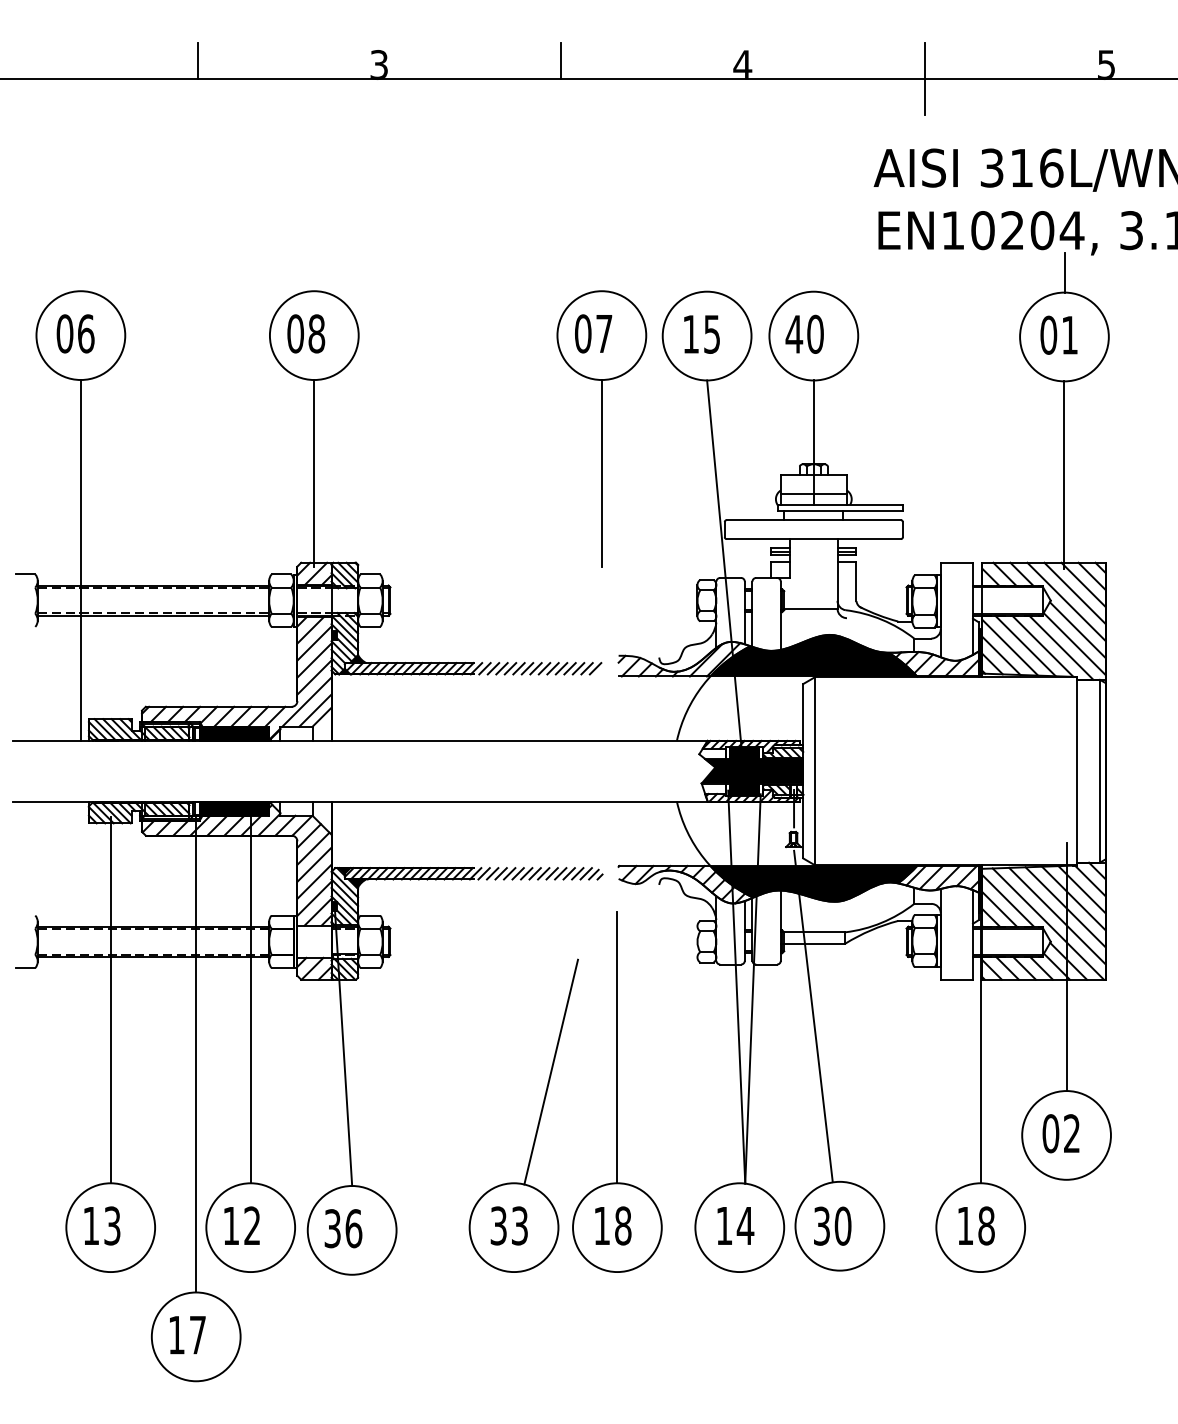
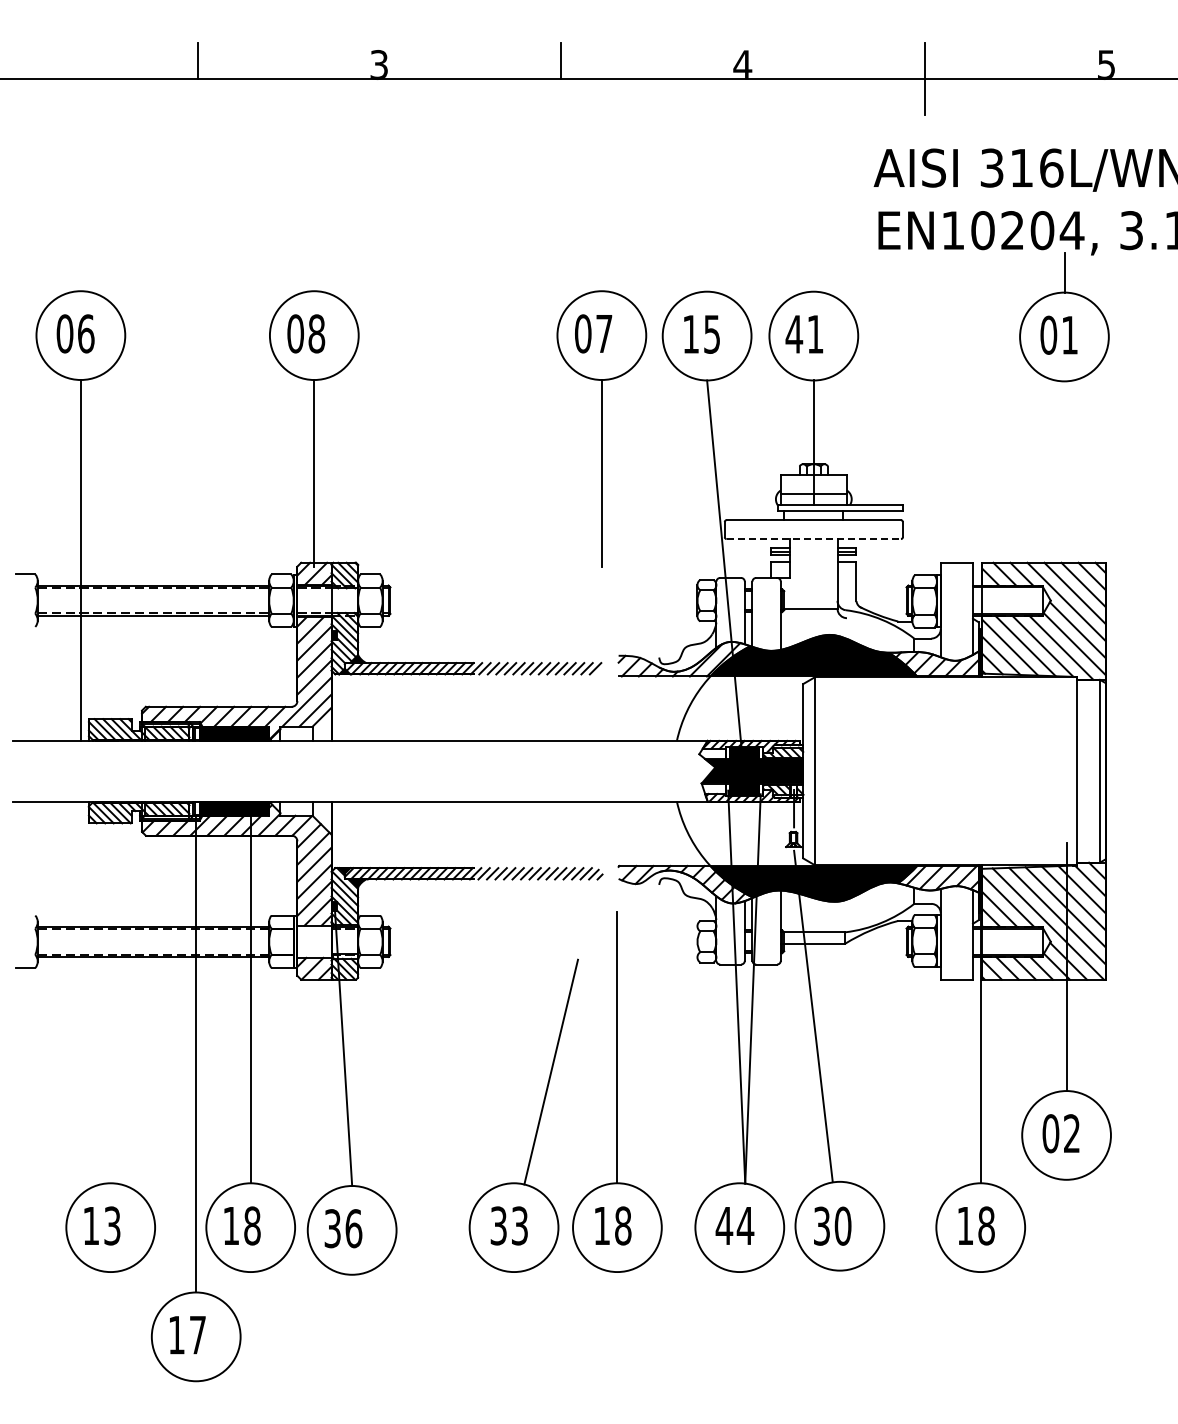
text at (815, 333): 40 -> 41
line at (1064, 474): present -> none
line at (814, 539): solid -> dashed
line at (110, 999): present -> none
text at (252, 1225): 12 -> 18
text at (724, 1225): 14 -> 44
